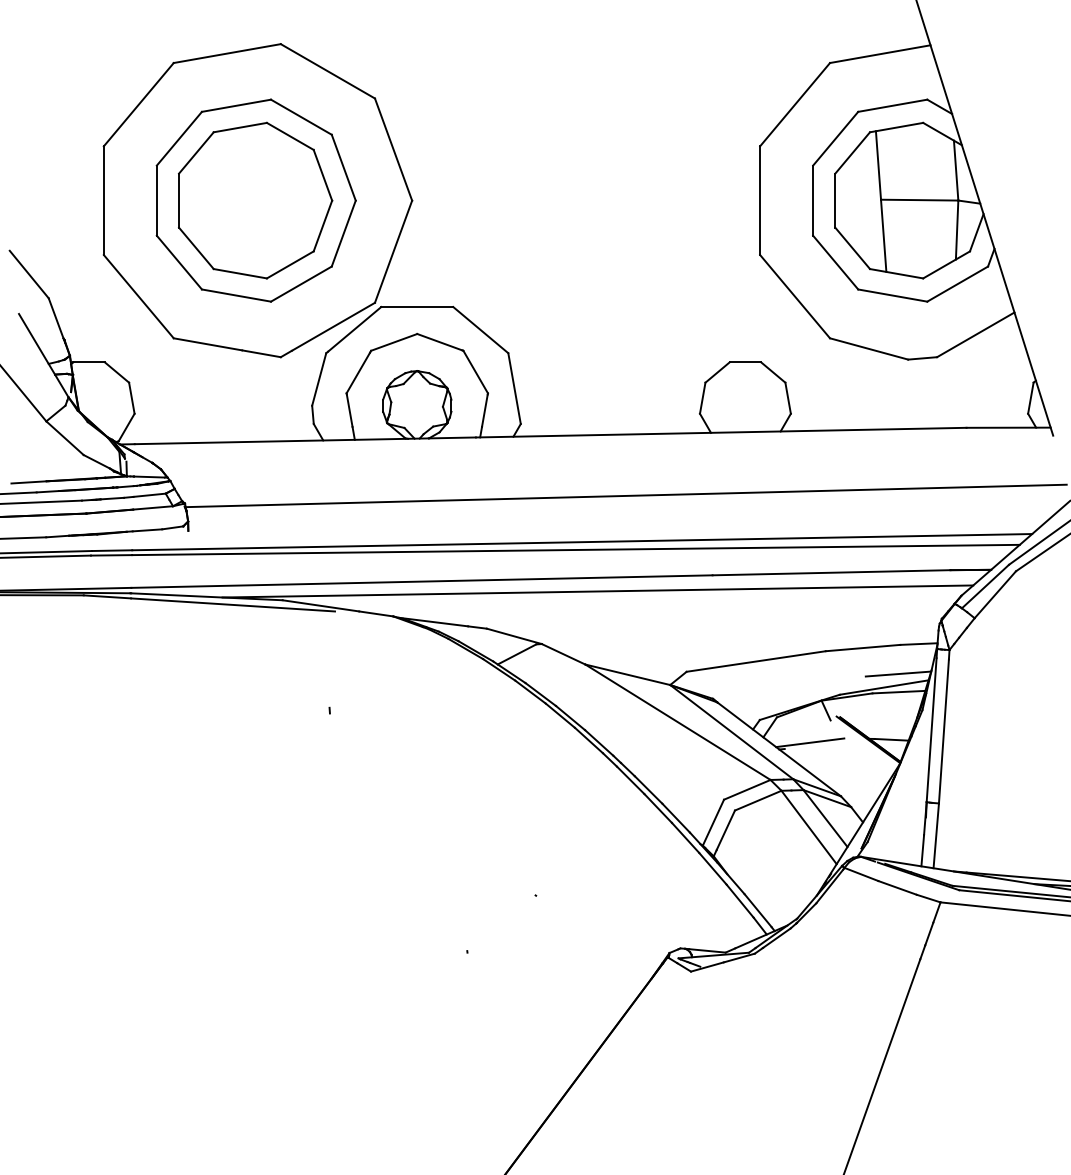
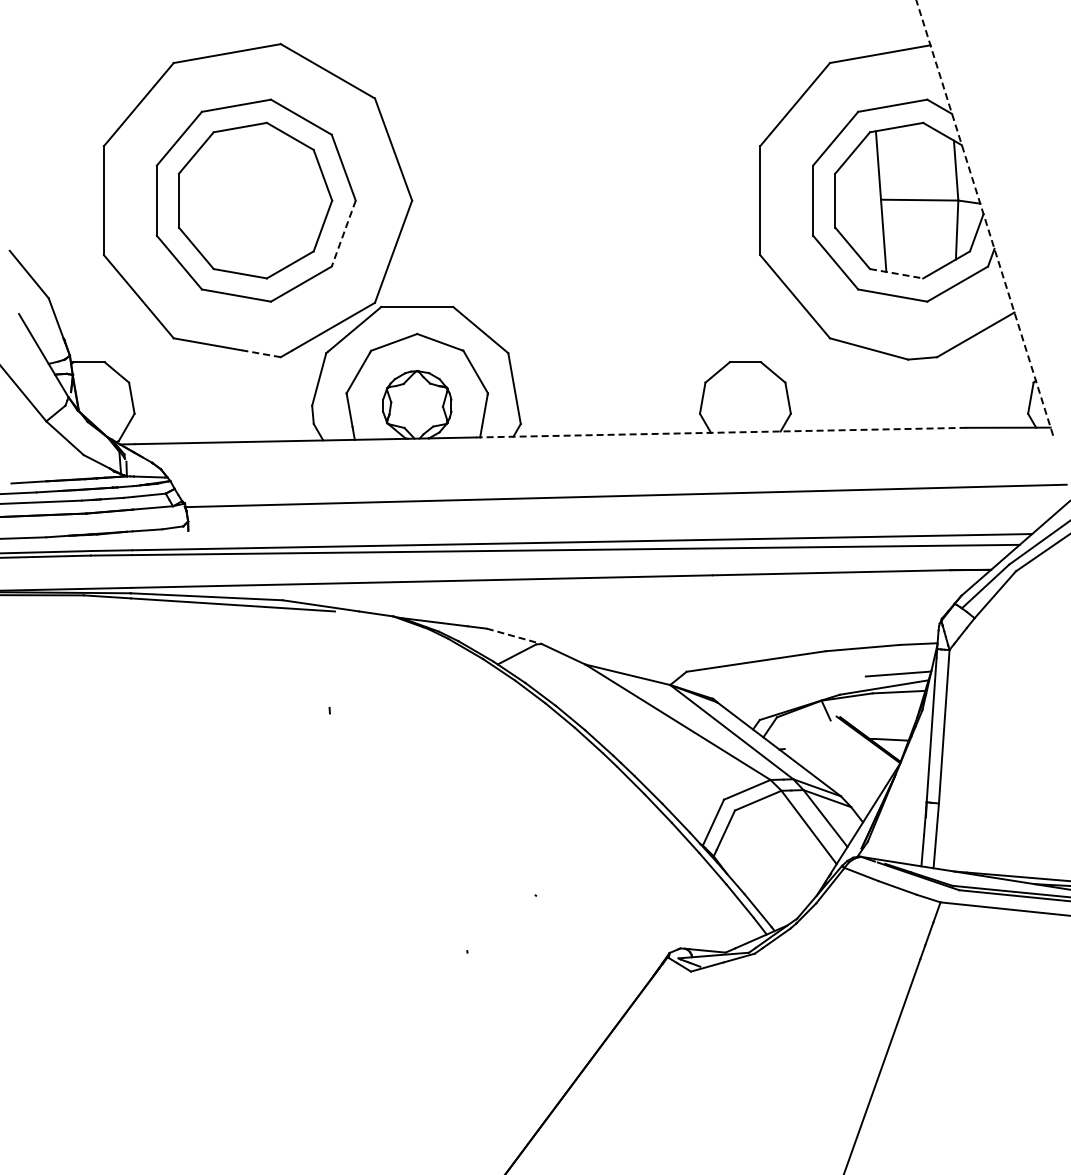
line at (984, 217): solid -> dashed
line at (343, 234): solid -> dashed
line at (897, 273): solid -> dashed
line at (261, 353): solid -> dashed
line at (720, 432): solid -> dashed
line at (597, 591): present -> none
line at (514, 636): solid -> dashed
line at (810, 742): present -> none
